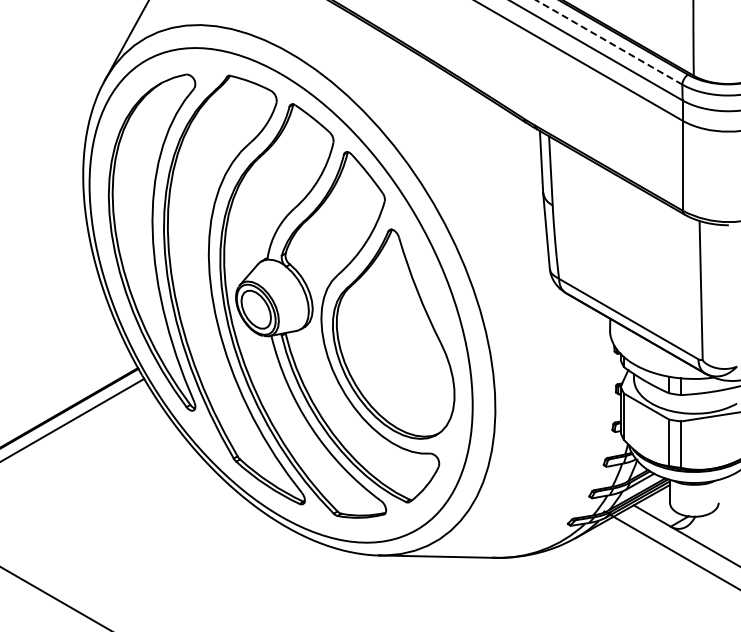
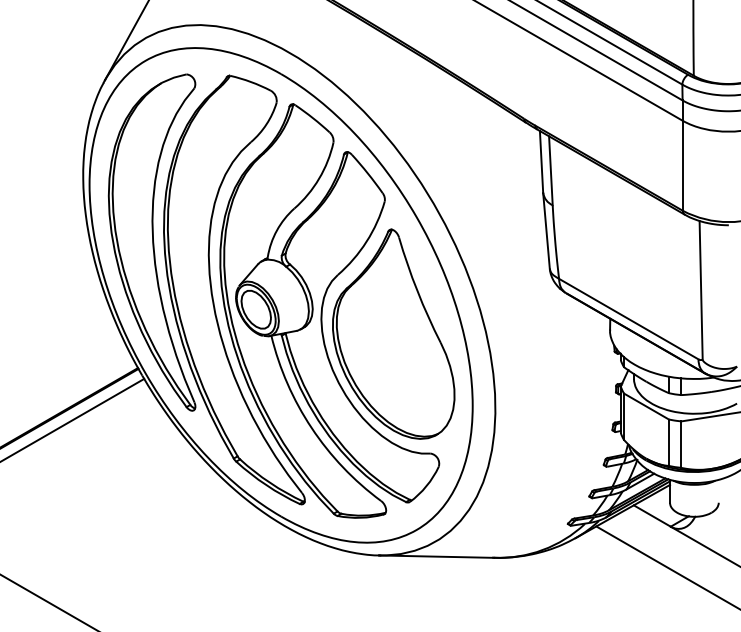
line at (608, 42): dashed -> solid
line at (670, 549) position: (670, 549) -> (666, 566)
line at (54, 597) position: (54, 597) -> (48, 601)
